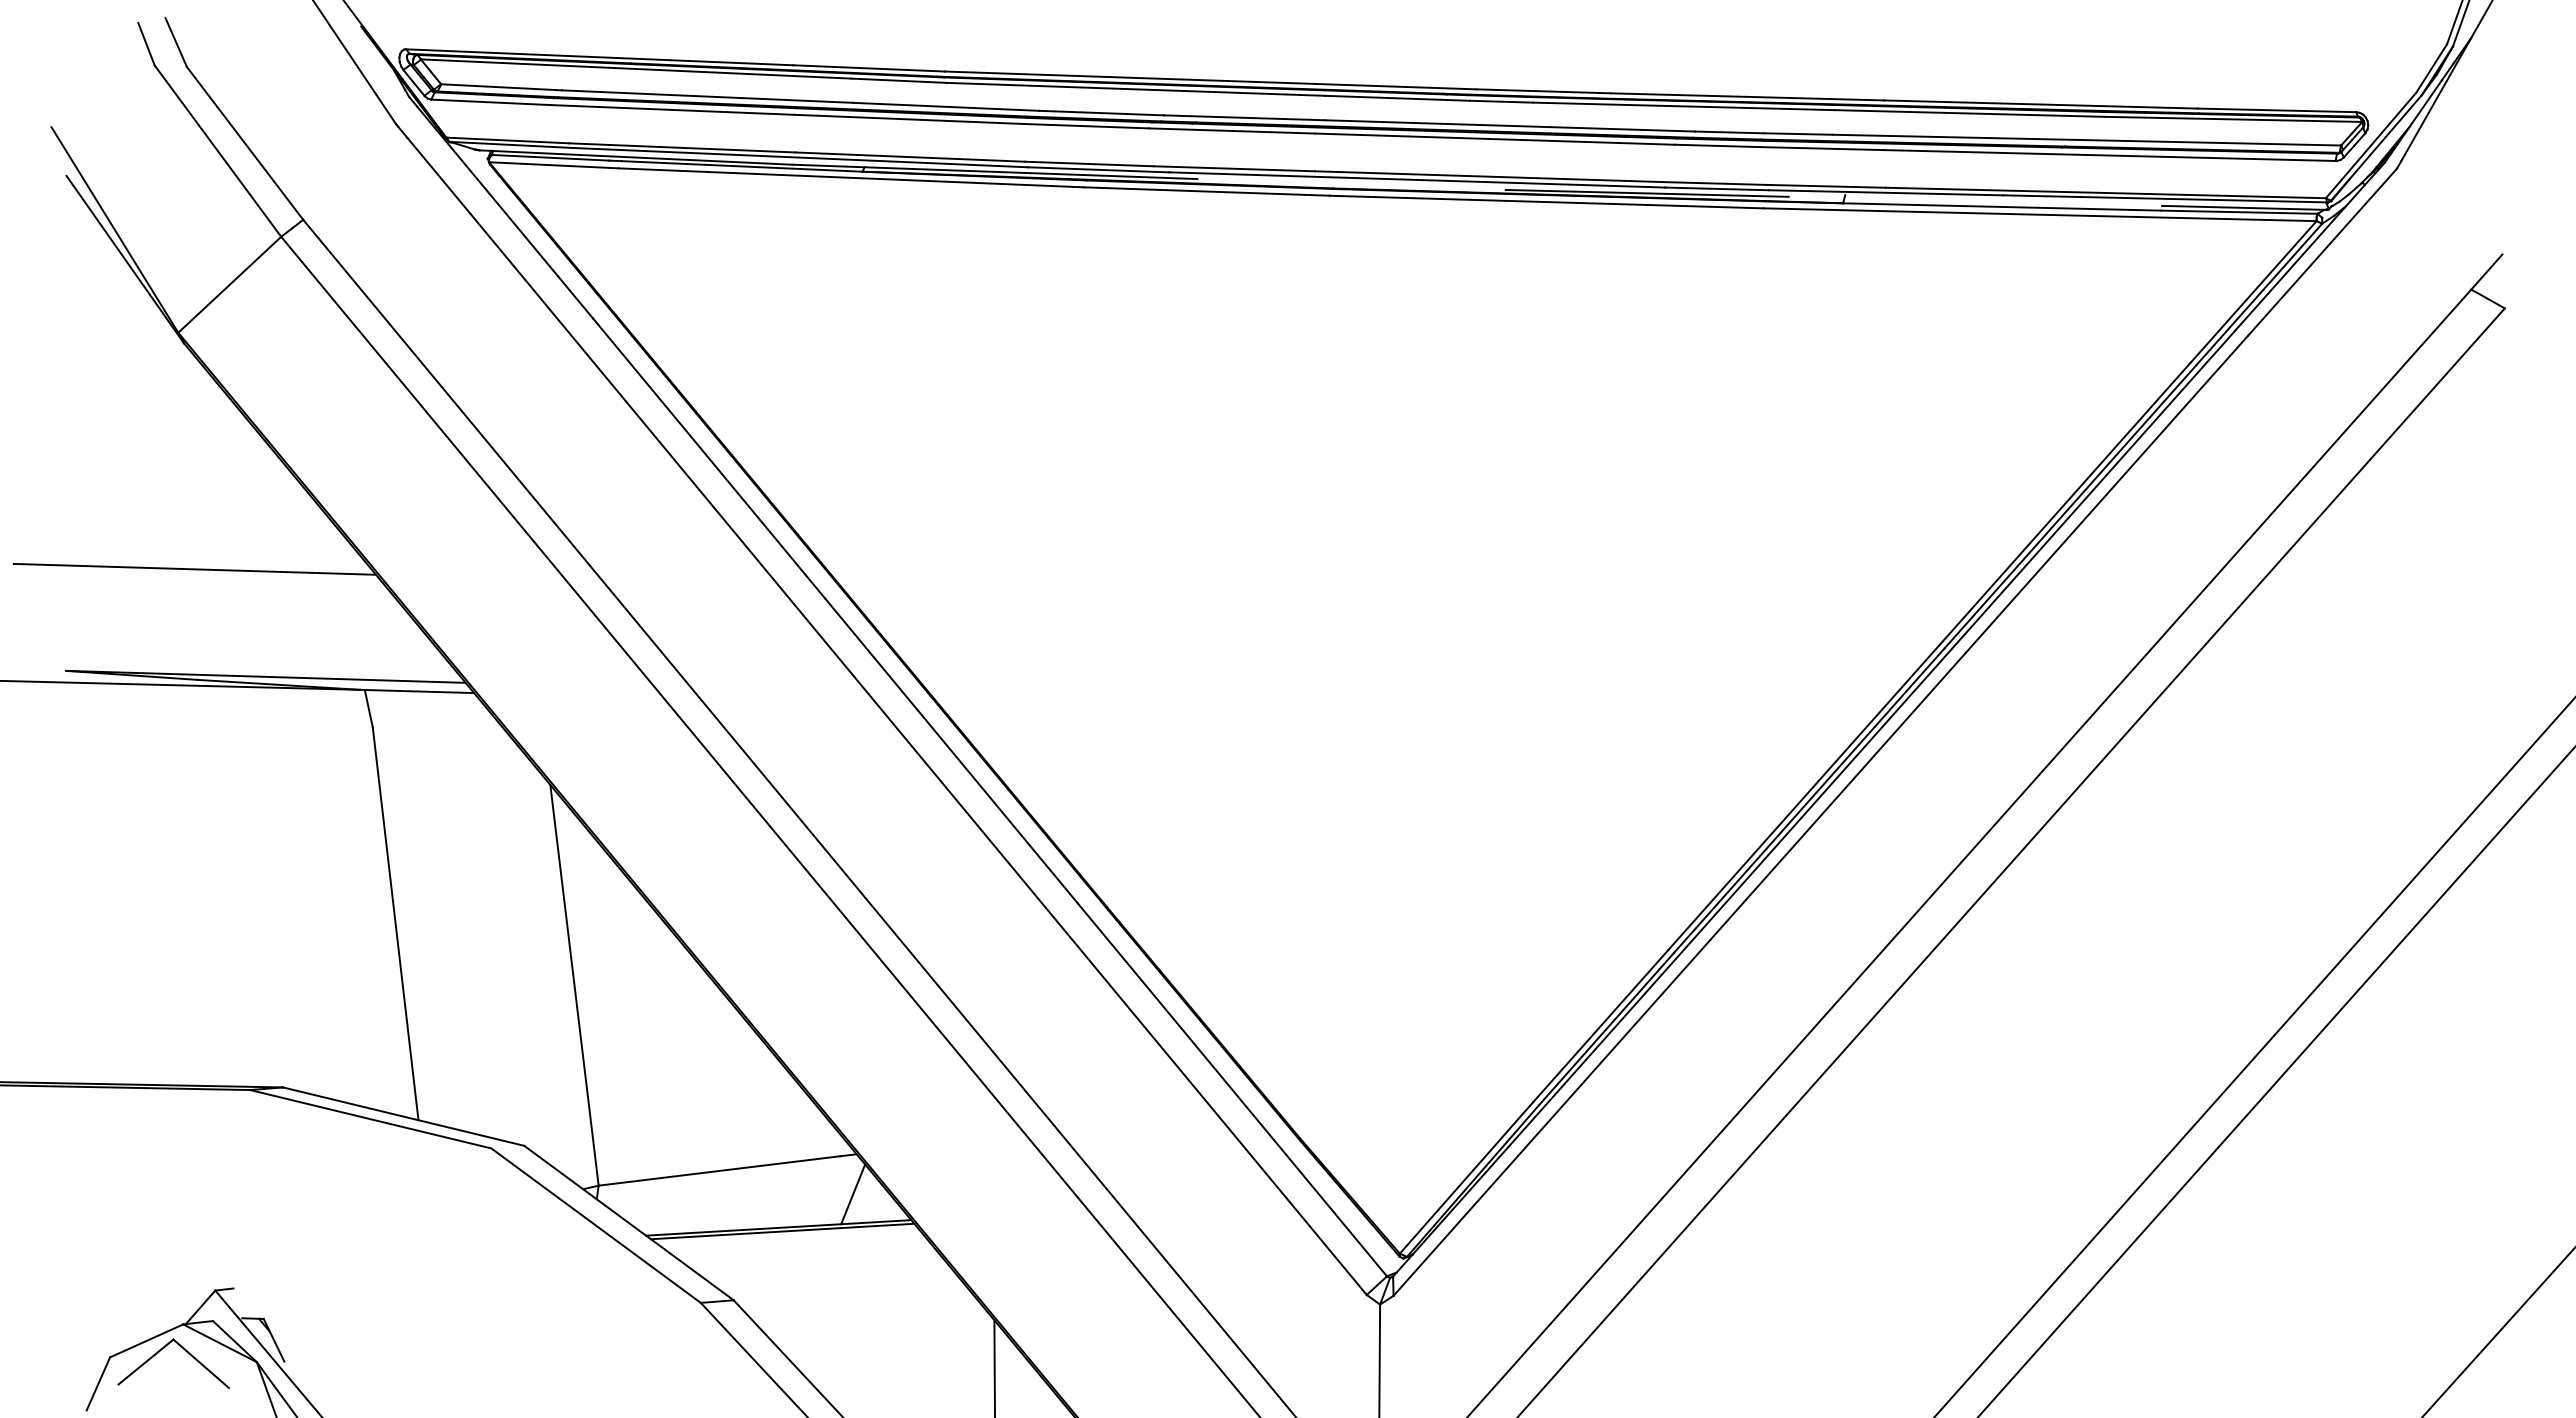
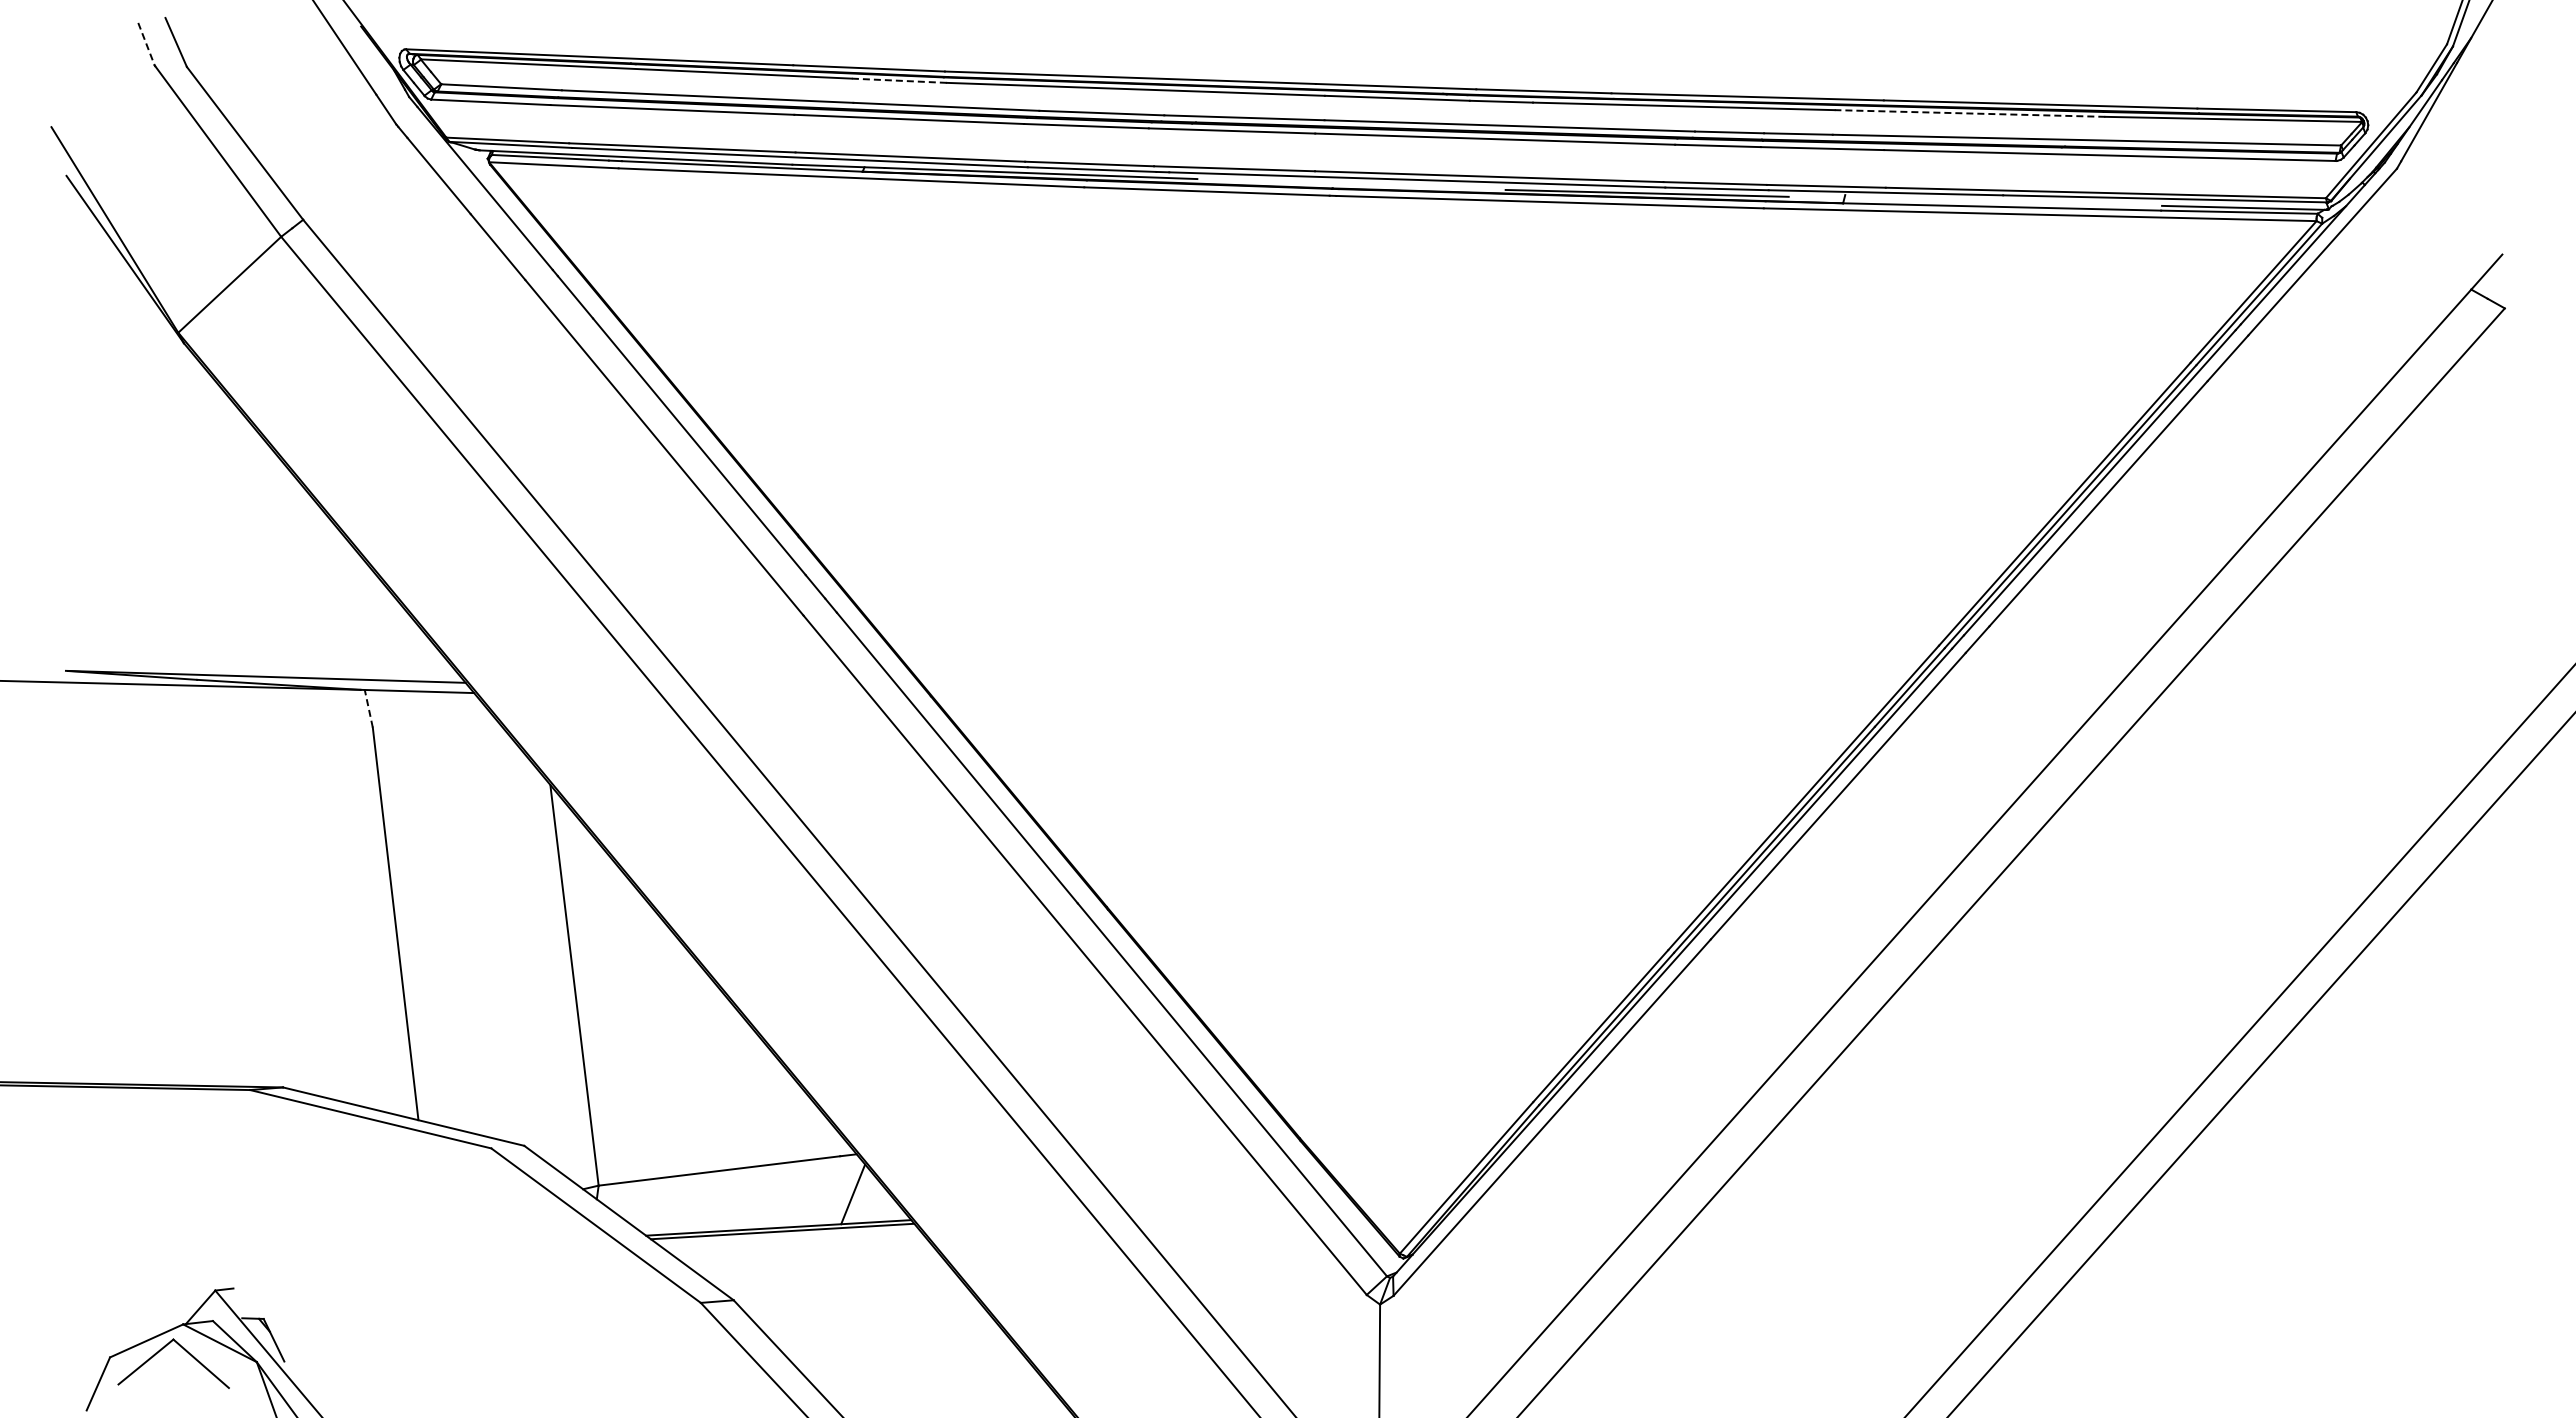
line at (146, 44): solid -> dashed
line at (899, 80): solid -> dashed
line at (1969, 113): solid -> dashed
line at (194, 568): present -> none
line at (368, 708): solid -> dashed
line at (2254, 1057) position: (2254, 1057) -> (2239, 1040)
line at (2276, 1081) position: (2276, 1081) -> (2260, 1064)
line at (2498, 1332): present -> none
line at (994, 1367): present -> none
